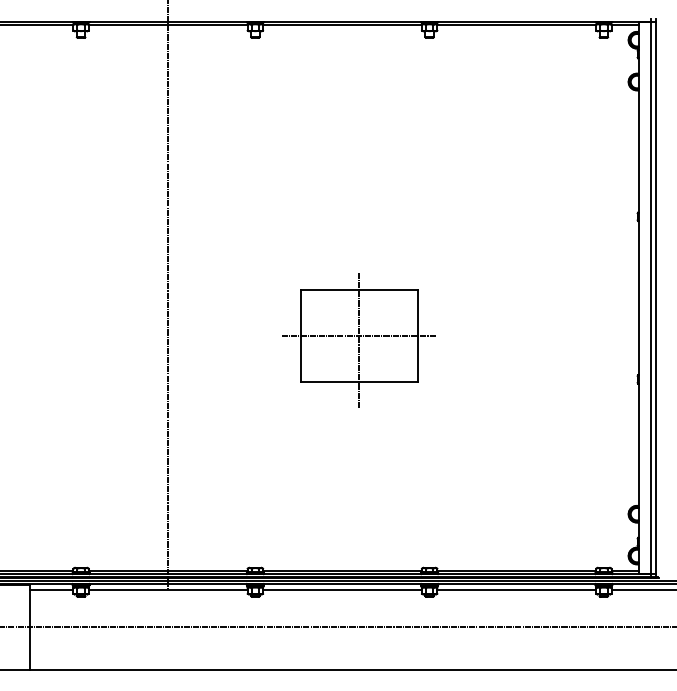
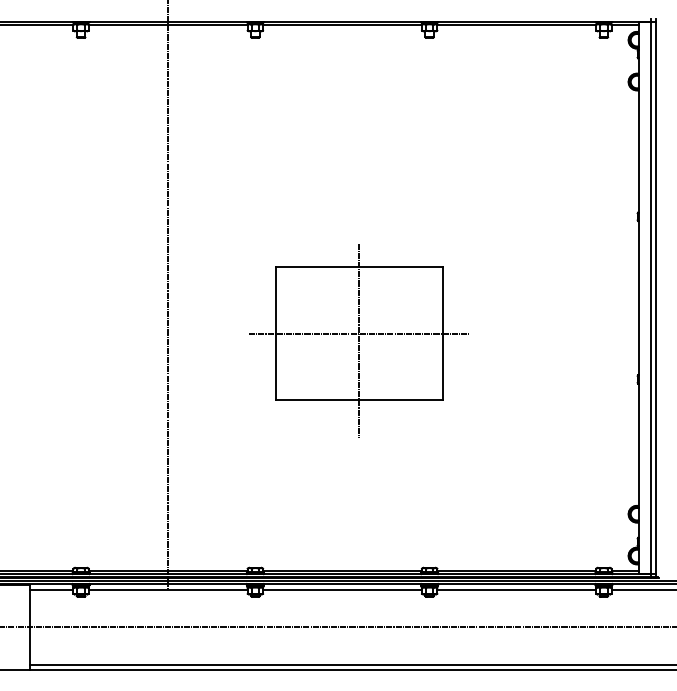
part at (358, 340) size: 154x135 px -> 220x194 px
line at (351, 664): none -> present
